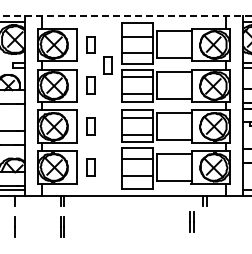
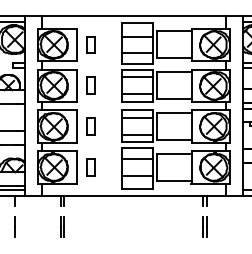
line at (125, 16): dashed -> solid
part at (107, 65): present -> none
part at (191, 221) position: (191, 221) -> (204, 226)
